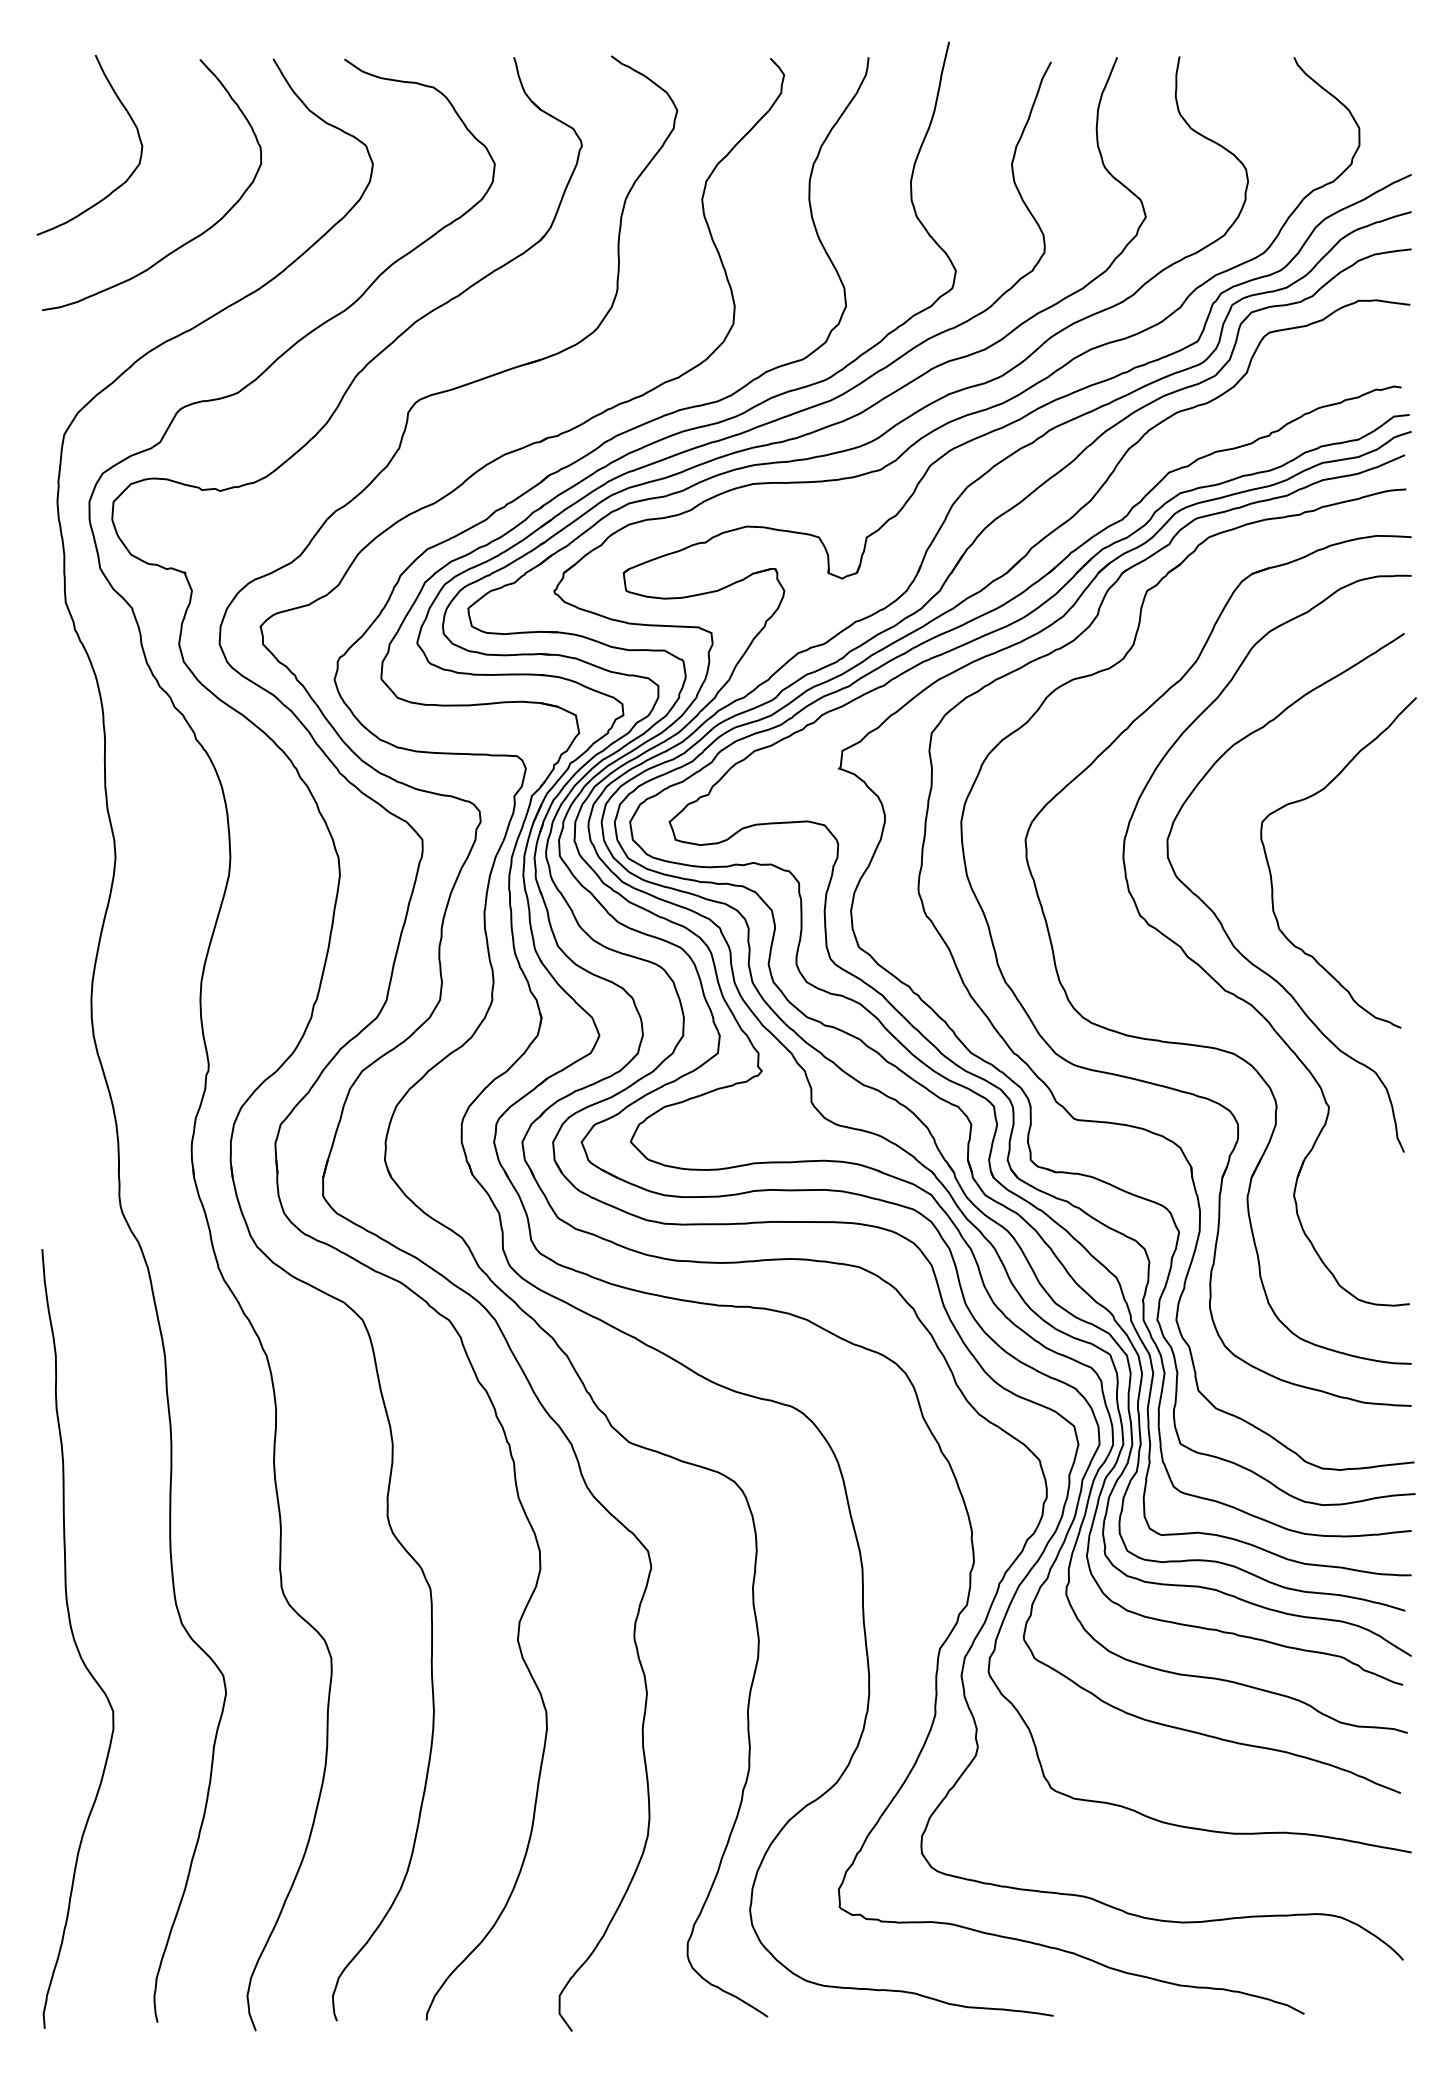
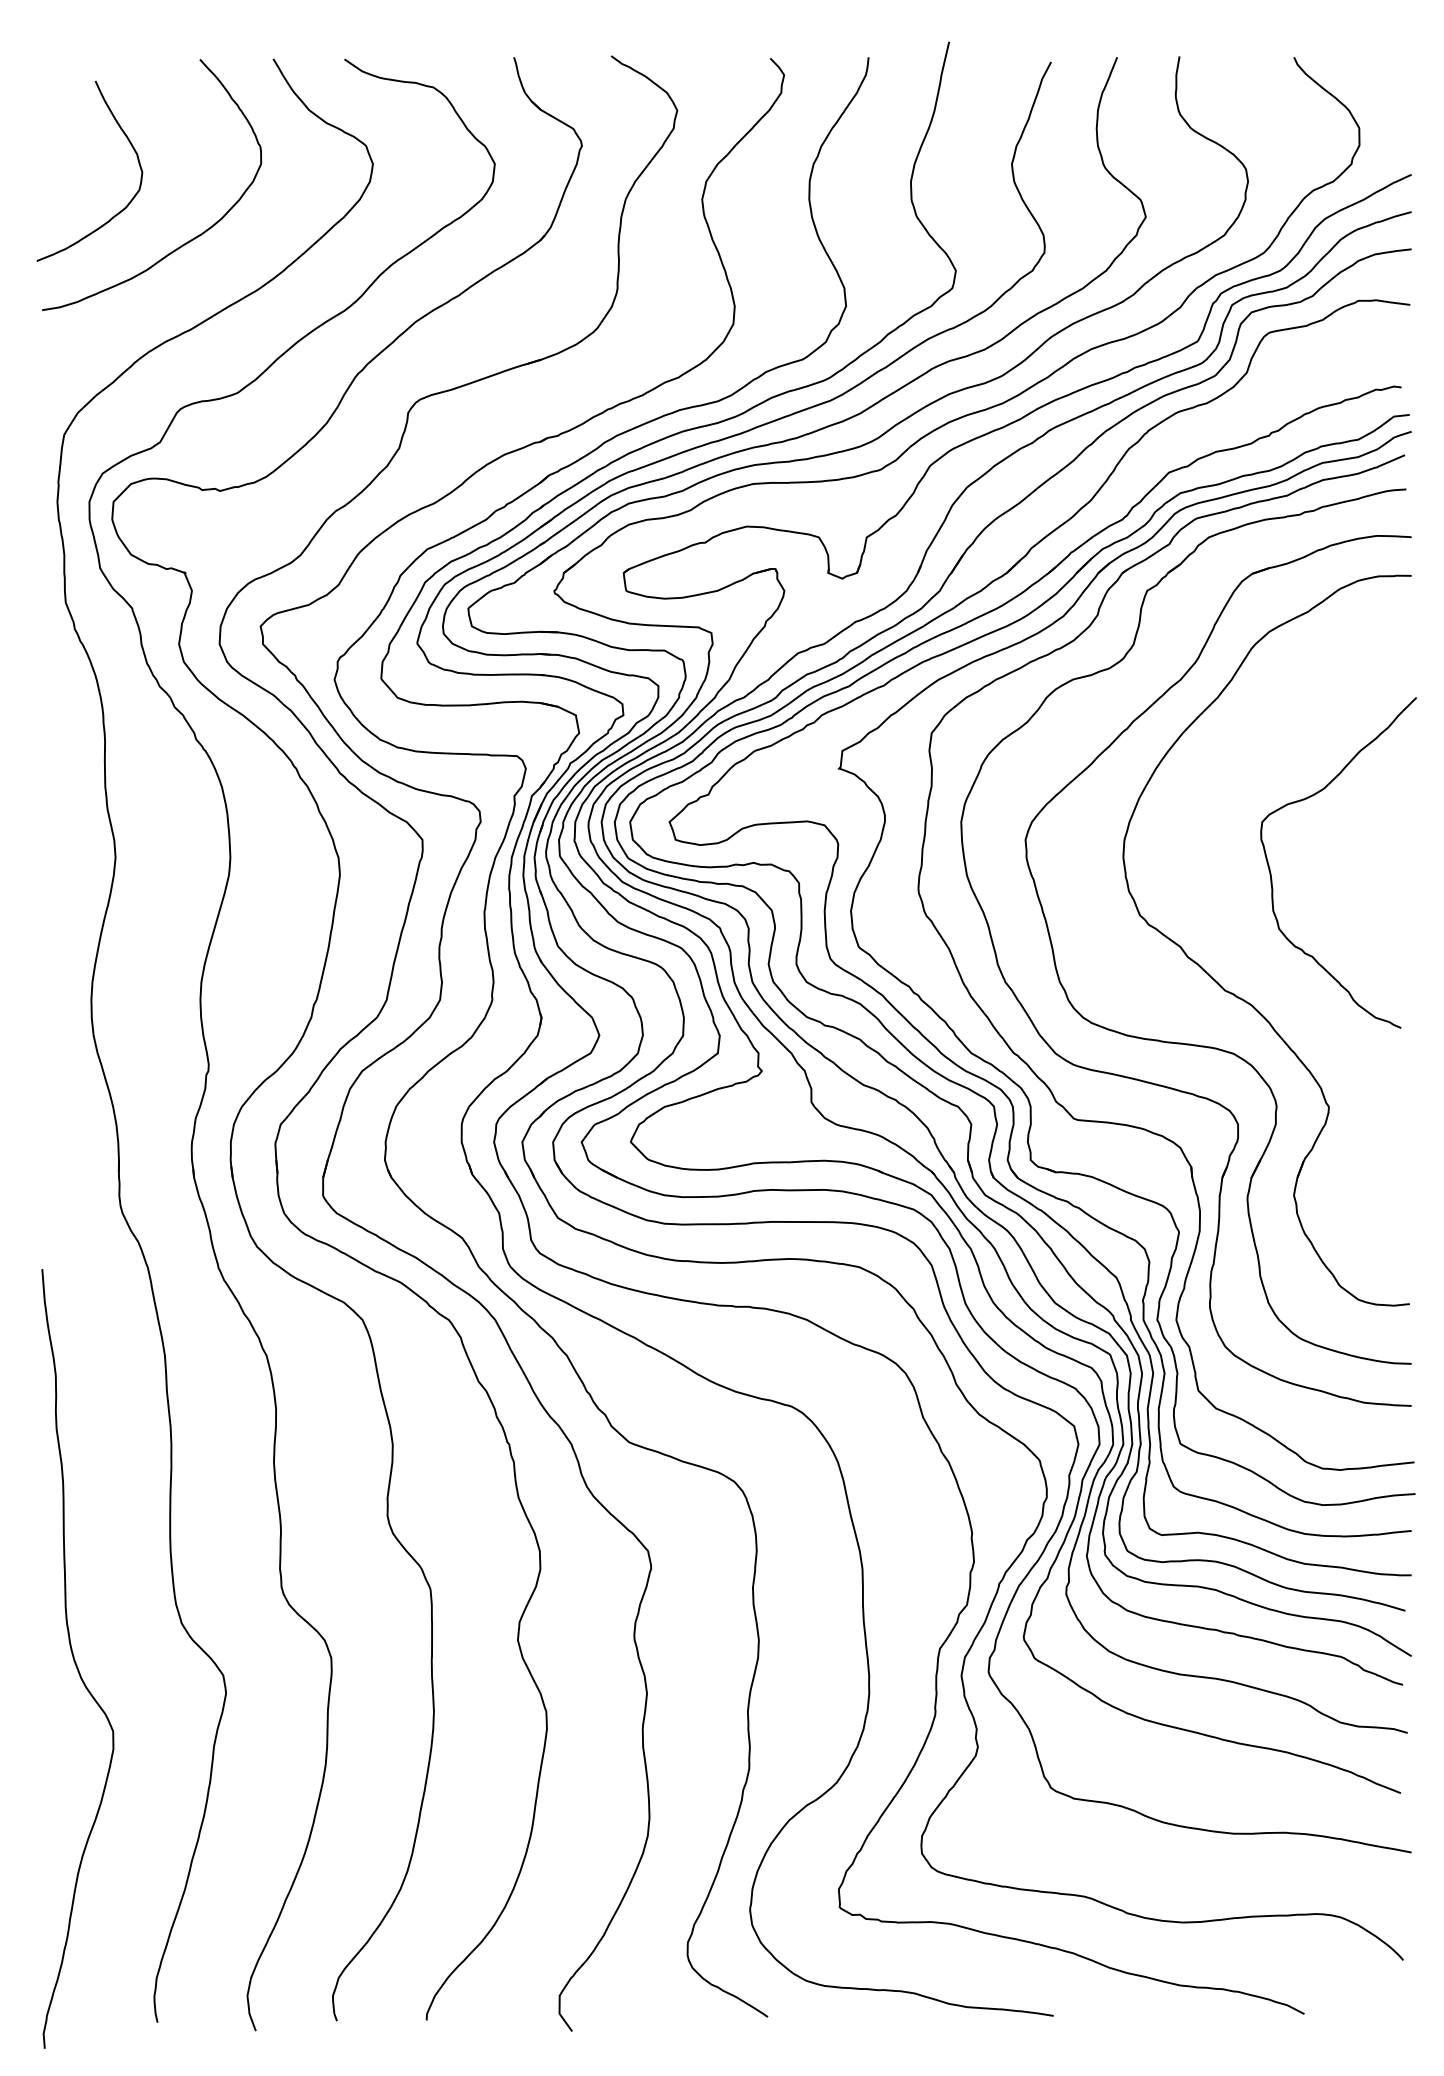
curve at (129, 117) position: (129, 117) -> (129, 143)
curve at (1222, 924): present -> none
curve at (75, 1639) position: (75, 1639) -> (75, 1659)
